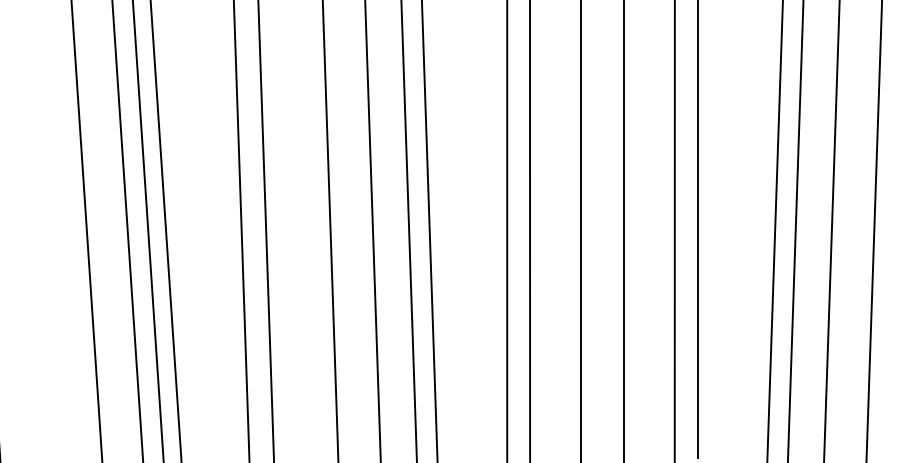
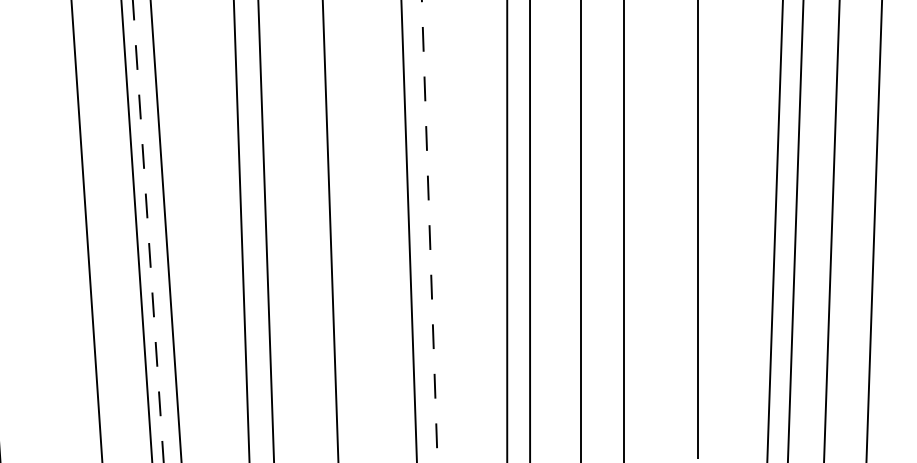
line at (127, 230) position: (127, 230) -> (136, 230)
line at (372, 230): present -> none
line at (674, 230): present -> none
line at (148, 231): solid -> dashed
line at (429, 231): solid -> dashed
